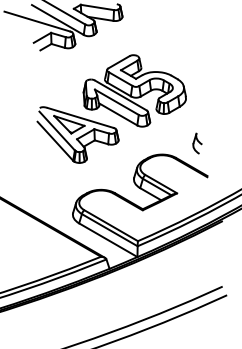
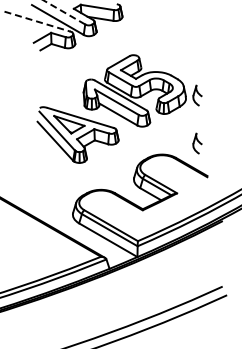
line at (63, 12): solid -> dashed
line at (37, 21): solid -> dashed
part at (197, 95): none -> present
